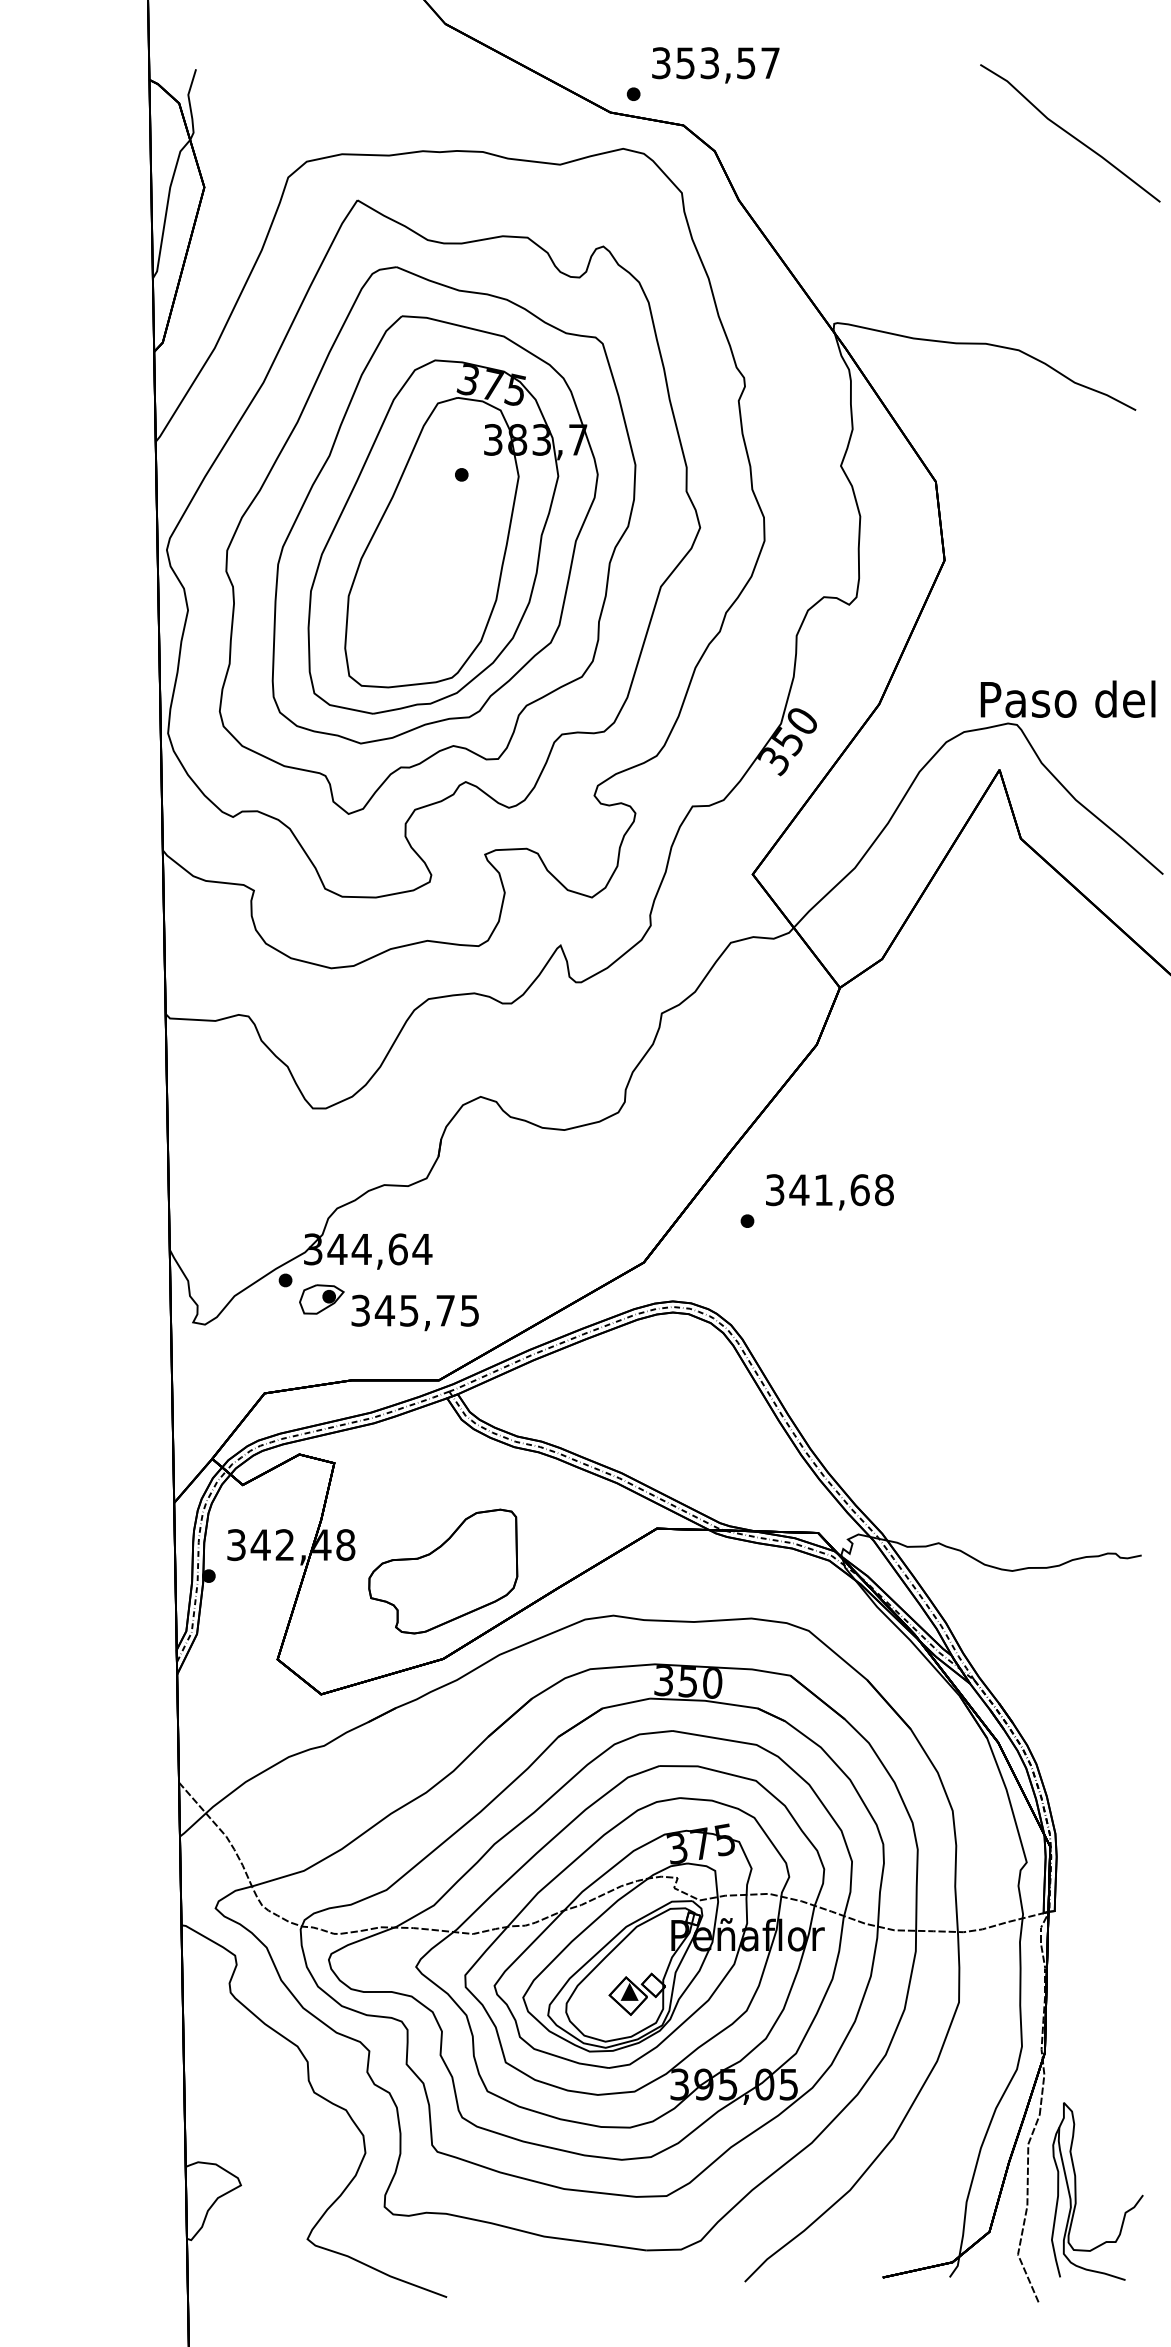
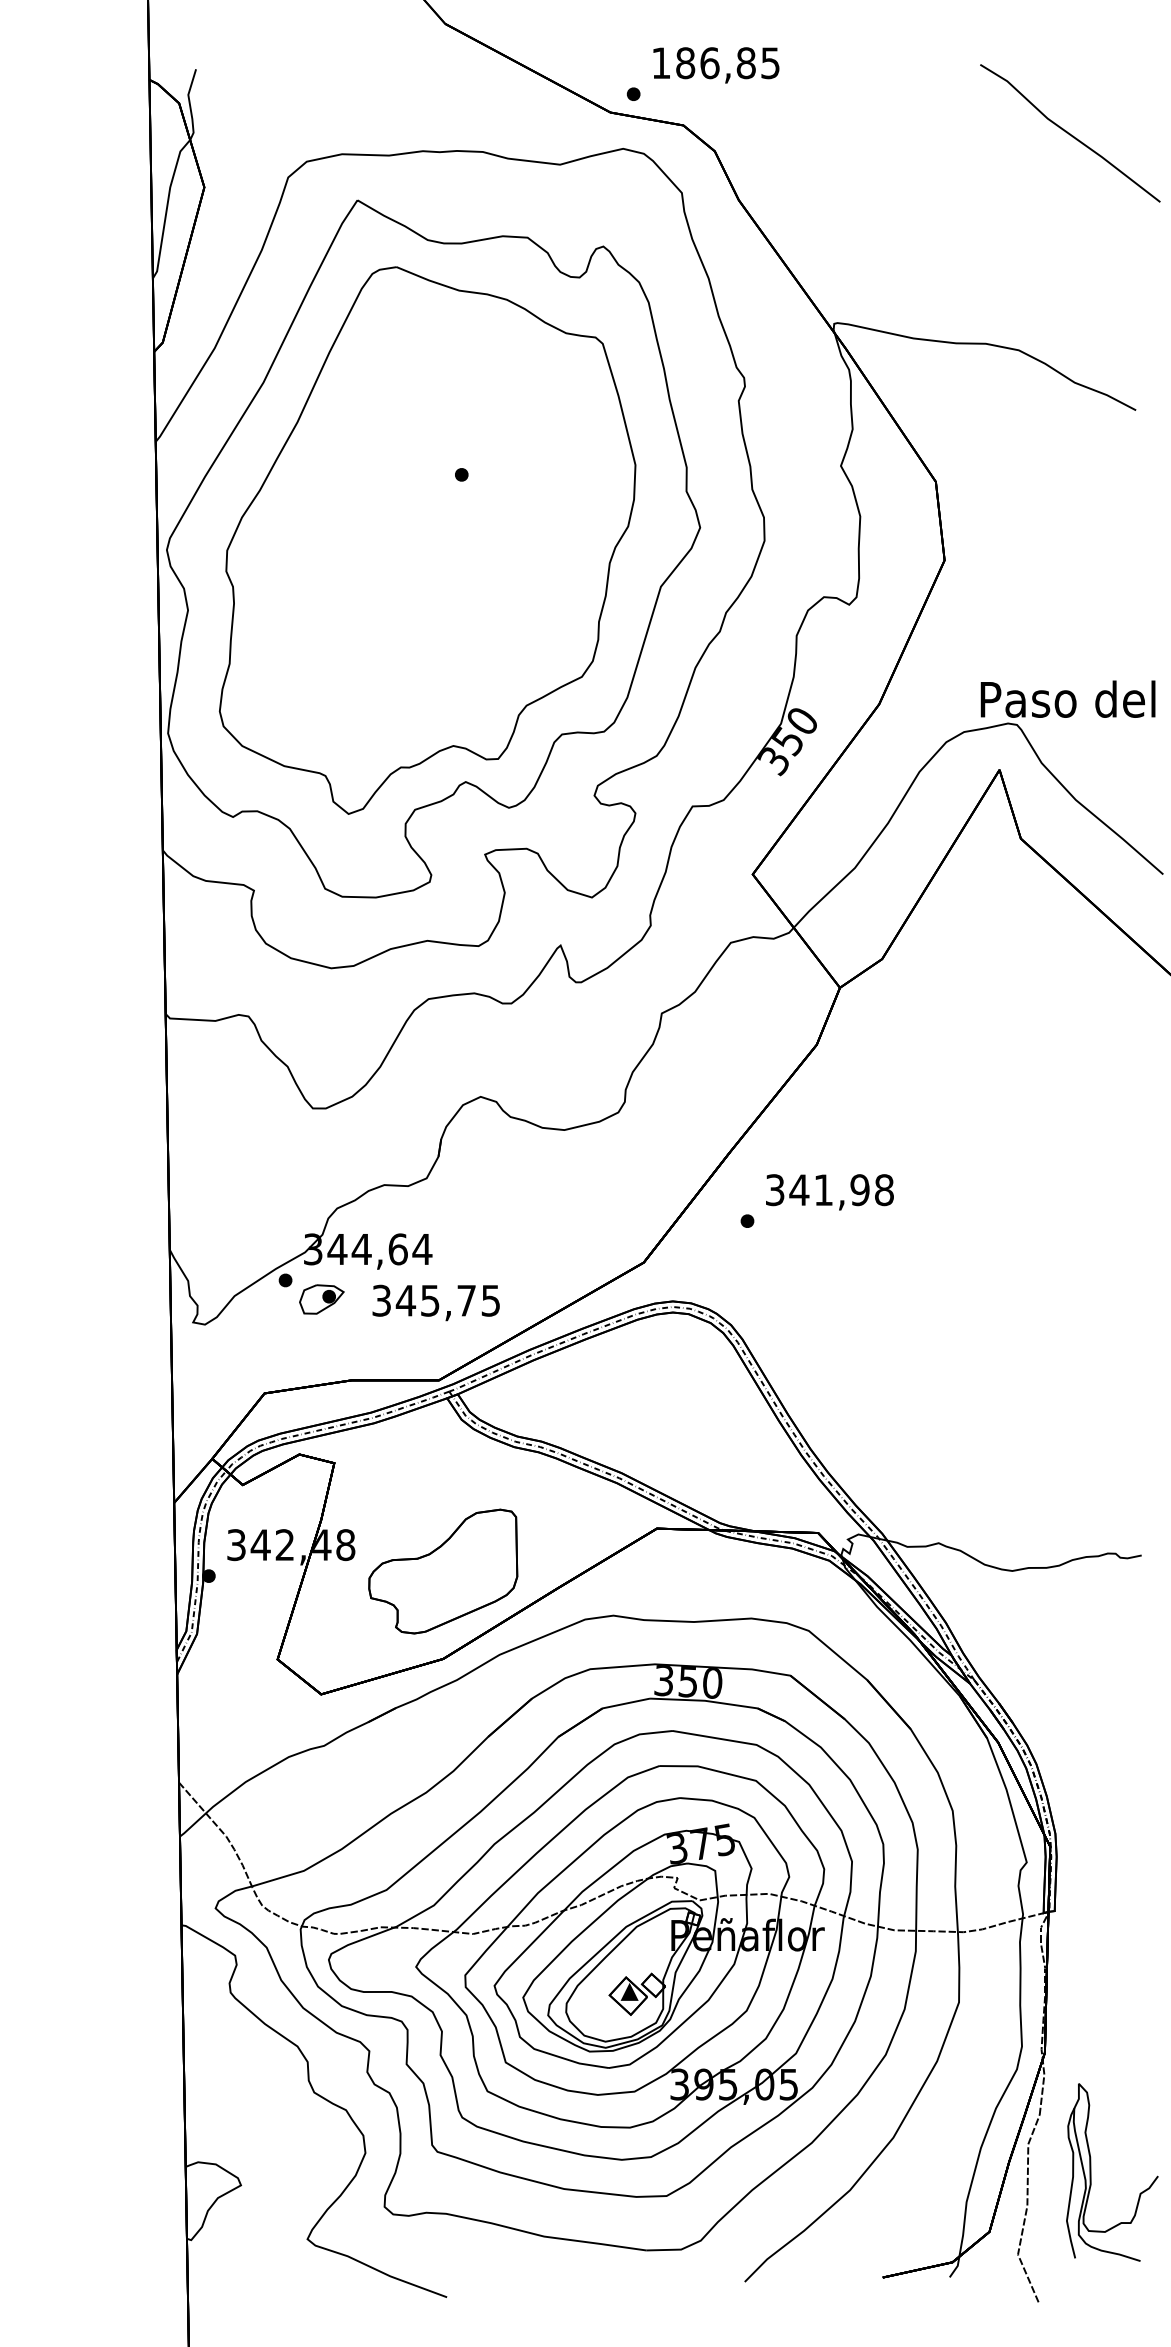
text at (715, 63): 353,57 -> 186,85
part at (434, 529): present -> none
text at (859, 1190): 341,68 -> 341,98
text at (414, 1312) position: (414, 1312) -> (435, 1302)
part at (1076, 2191) position: (1076, 2191) -> (1091, 2172)
